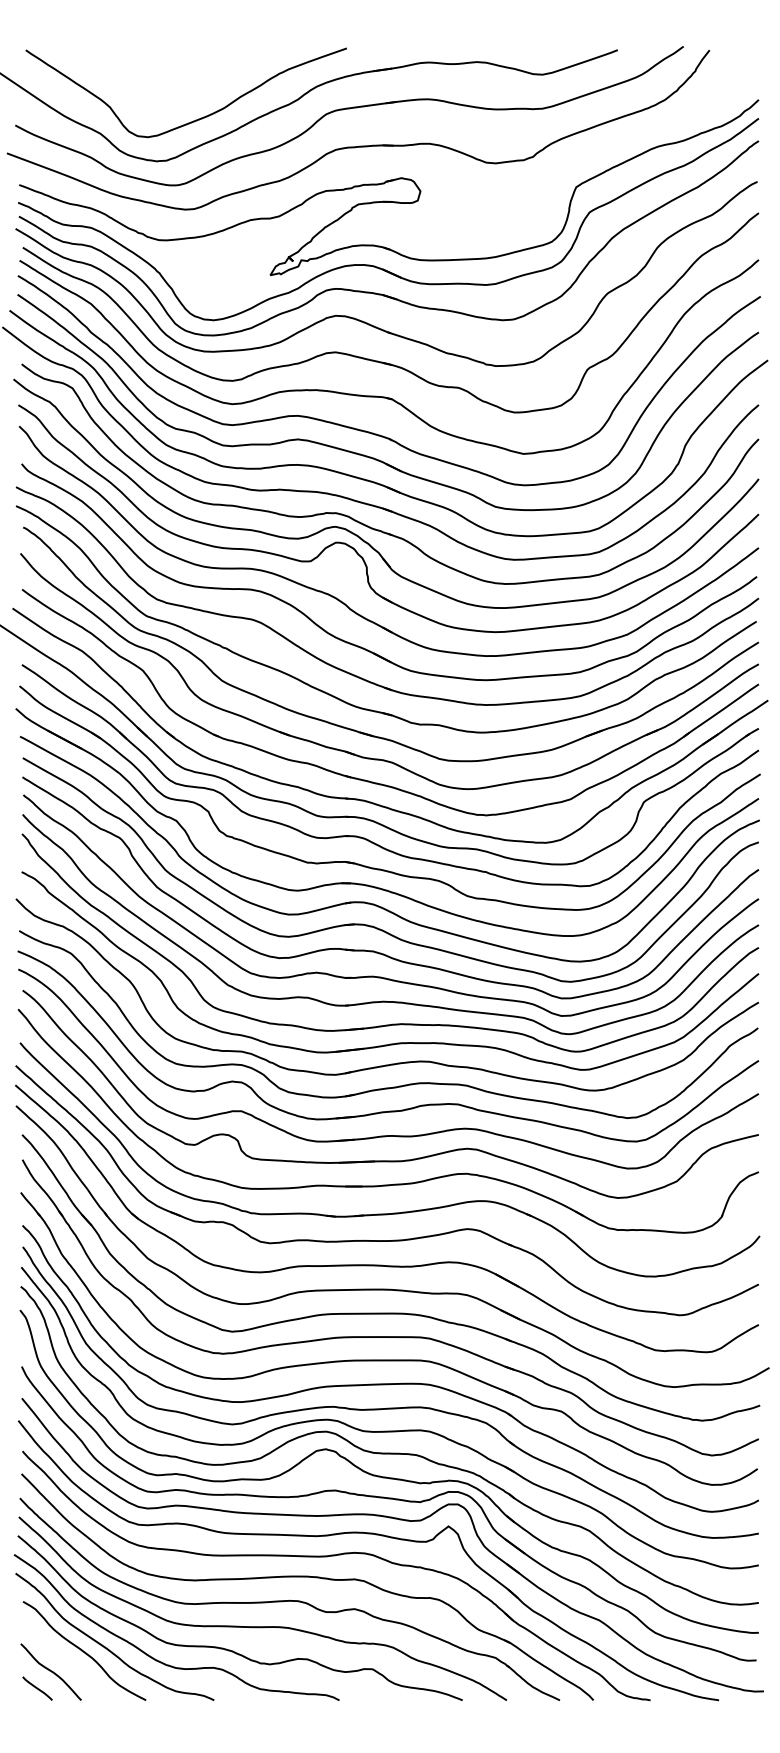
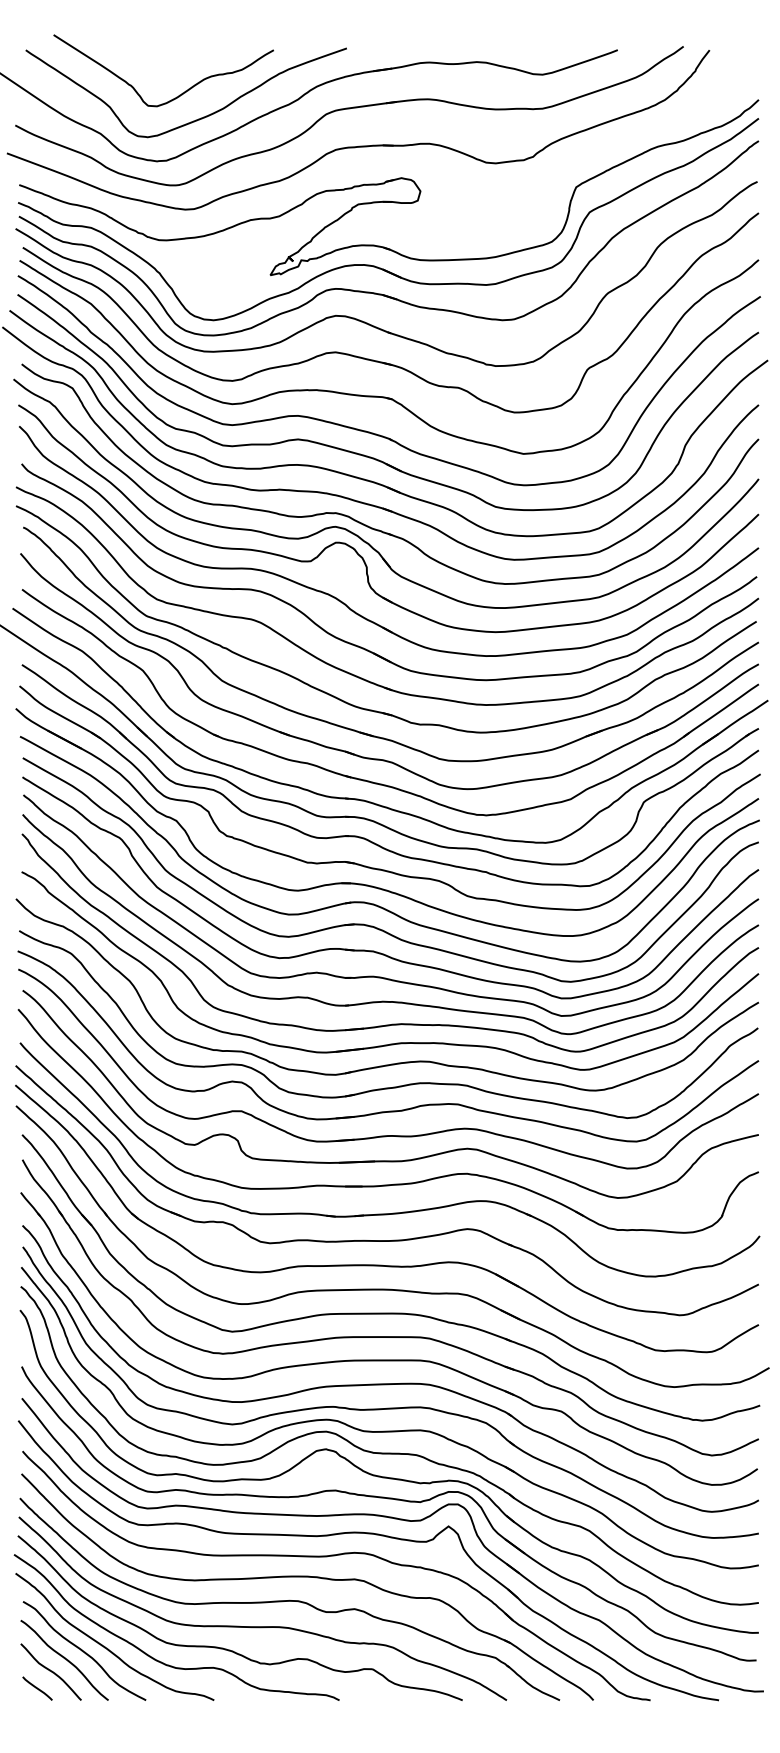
curve at (179, 94): none -> present
curve at (64, 1659): none -> present
